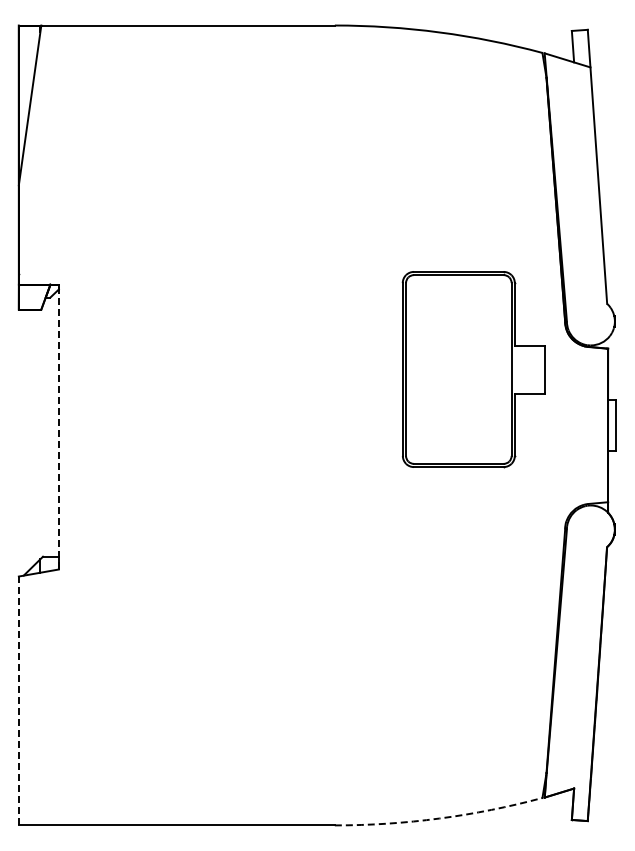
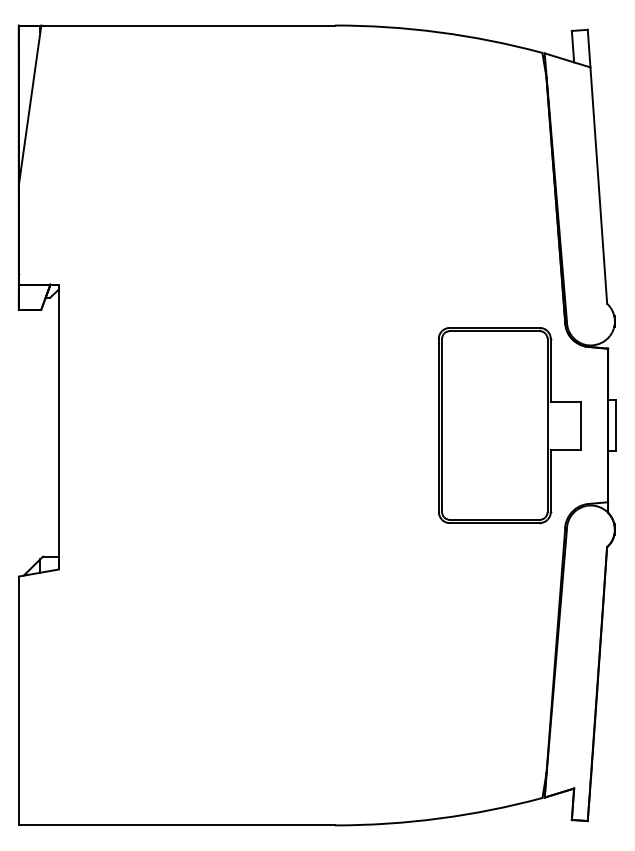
part at (473, 369) position: (473, 369) -> (509, 425)
line at (58, 426): dashed -> solid
line at (18, 700): dashed -> solid
arc at (439, 818): dashed -> solid
